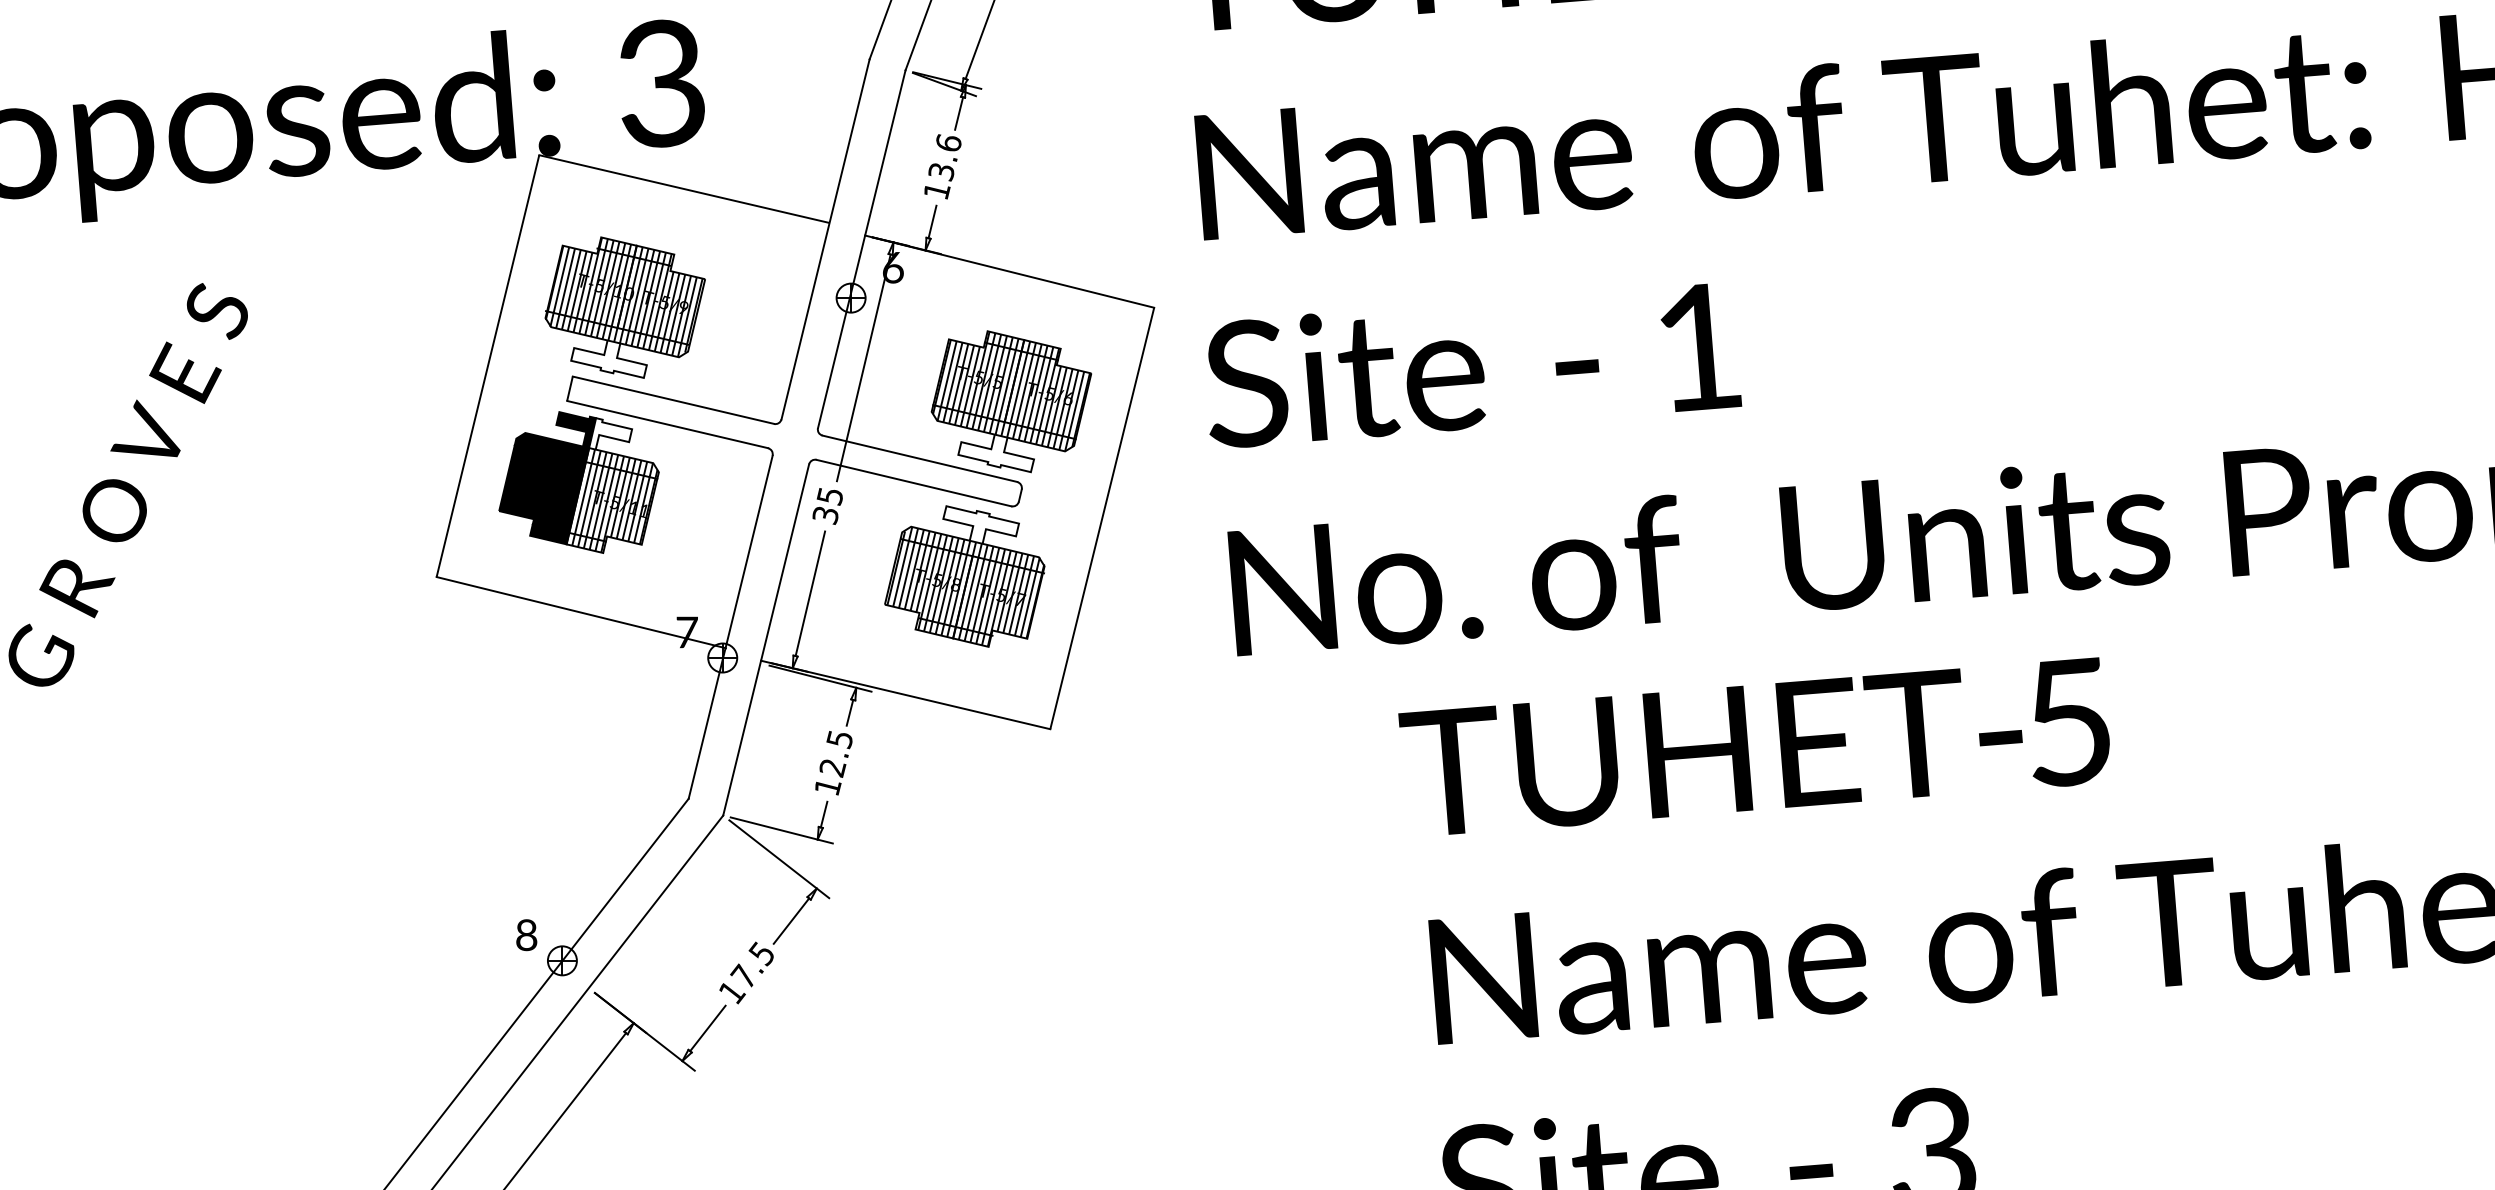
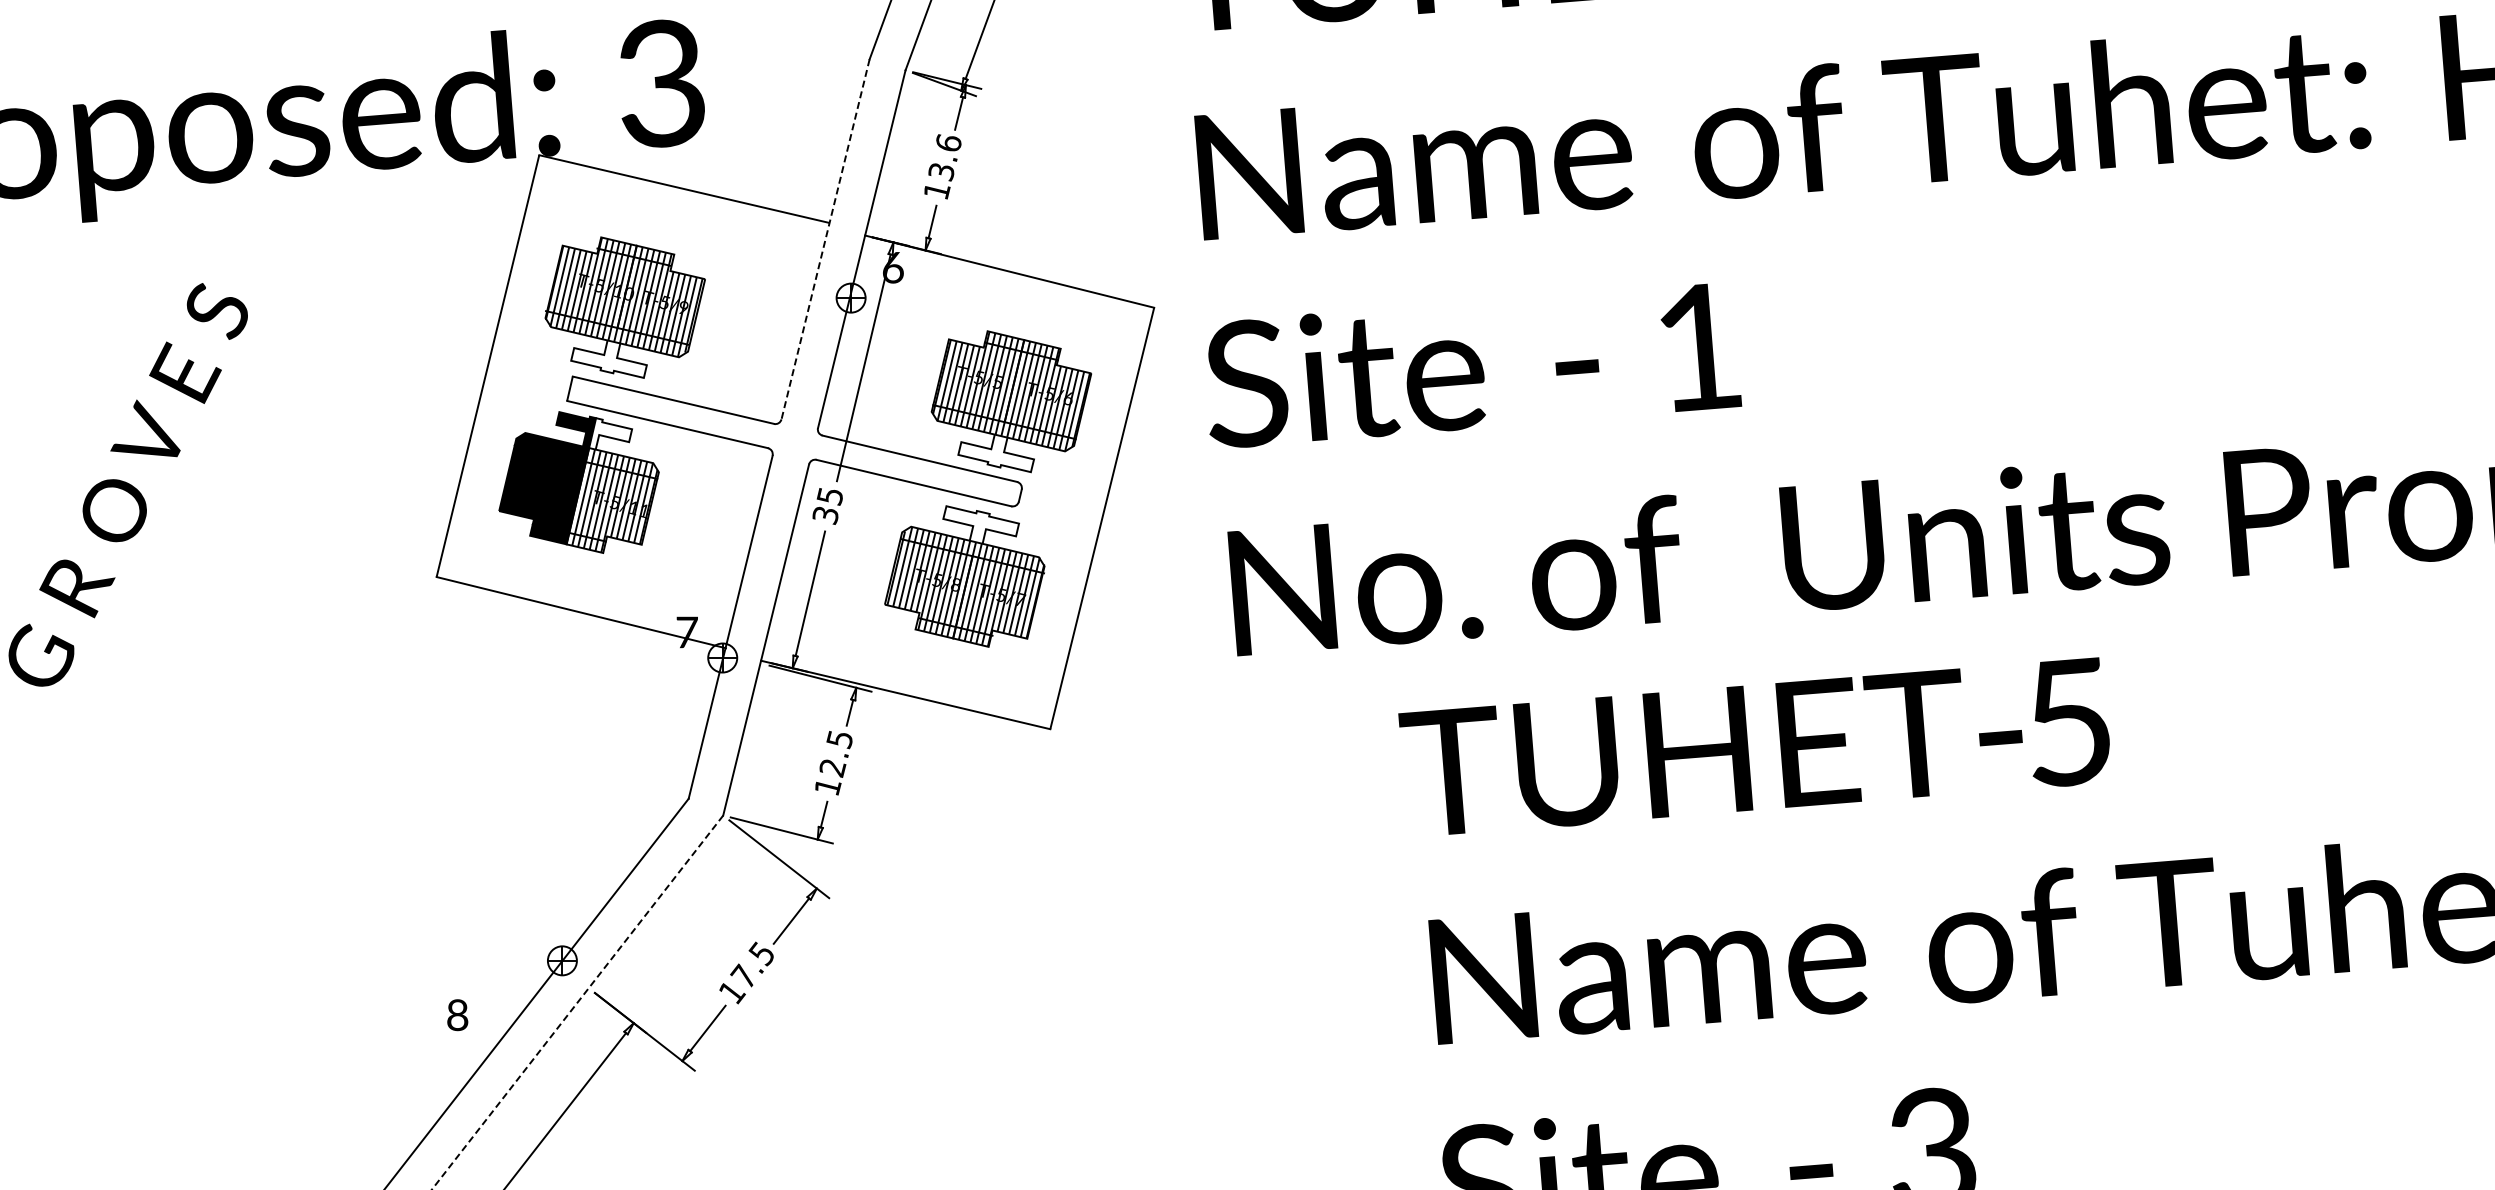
line at (825, 239): solid -> dashed
text at (526, 935) position: (526, 935) -> (457, 1015)
line at (577, 1002): solid -> dashed
